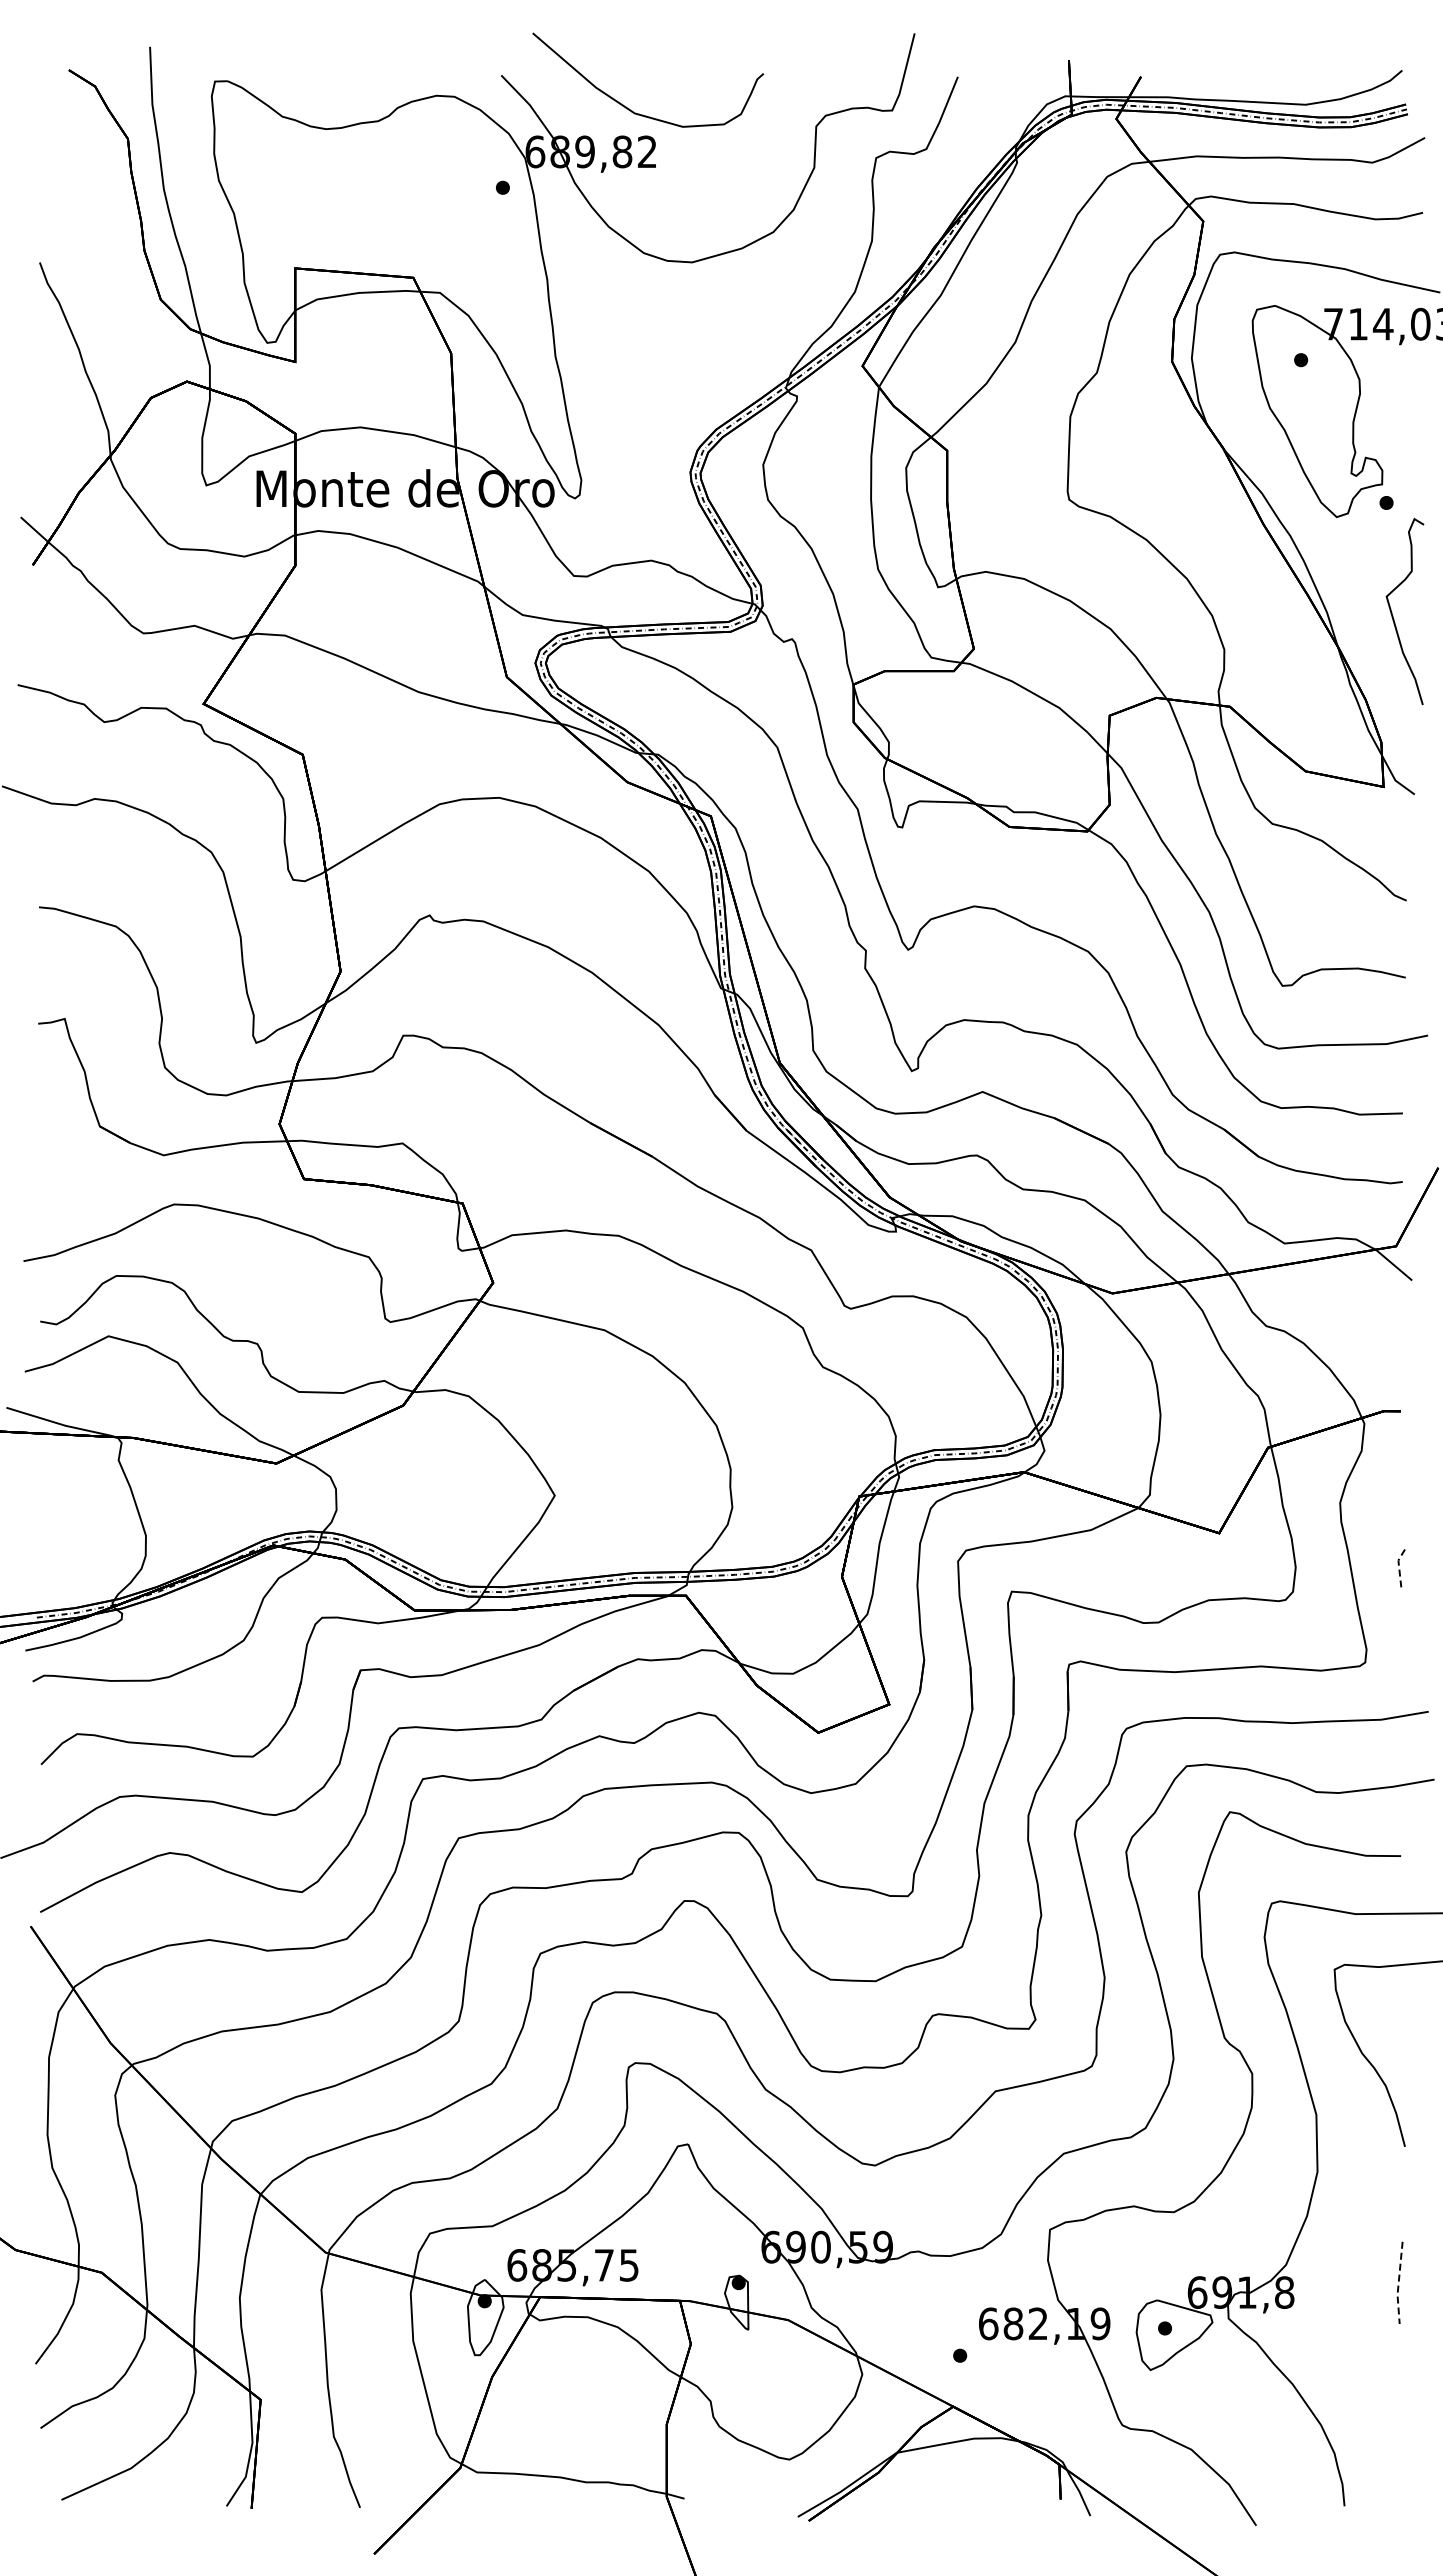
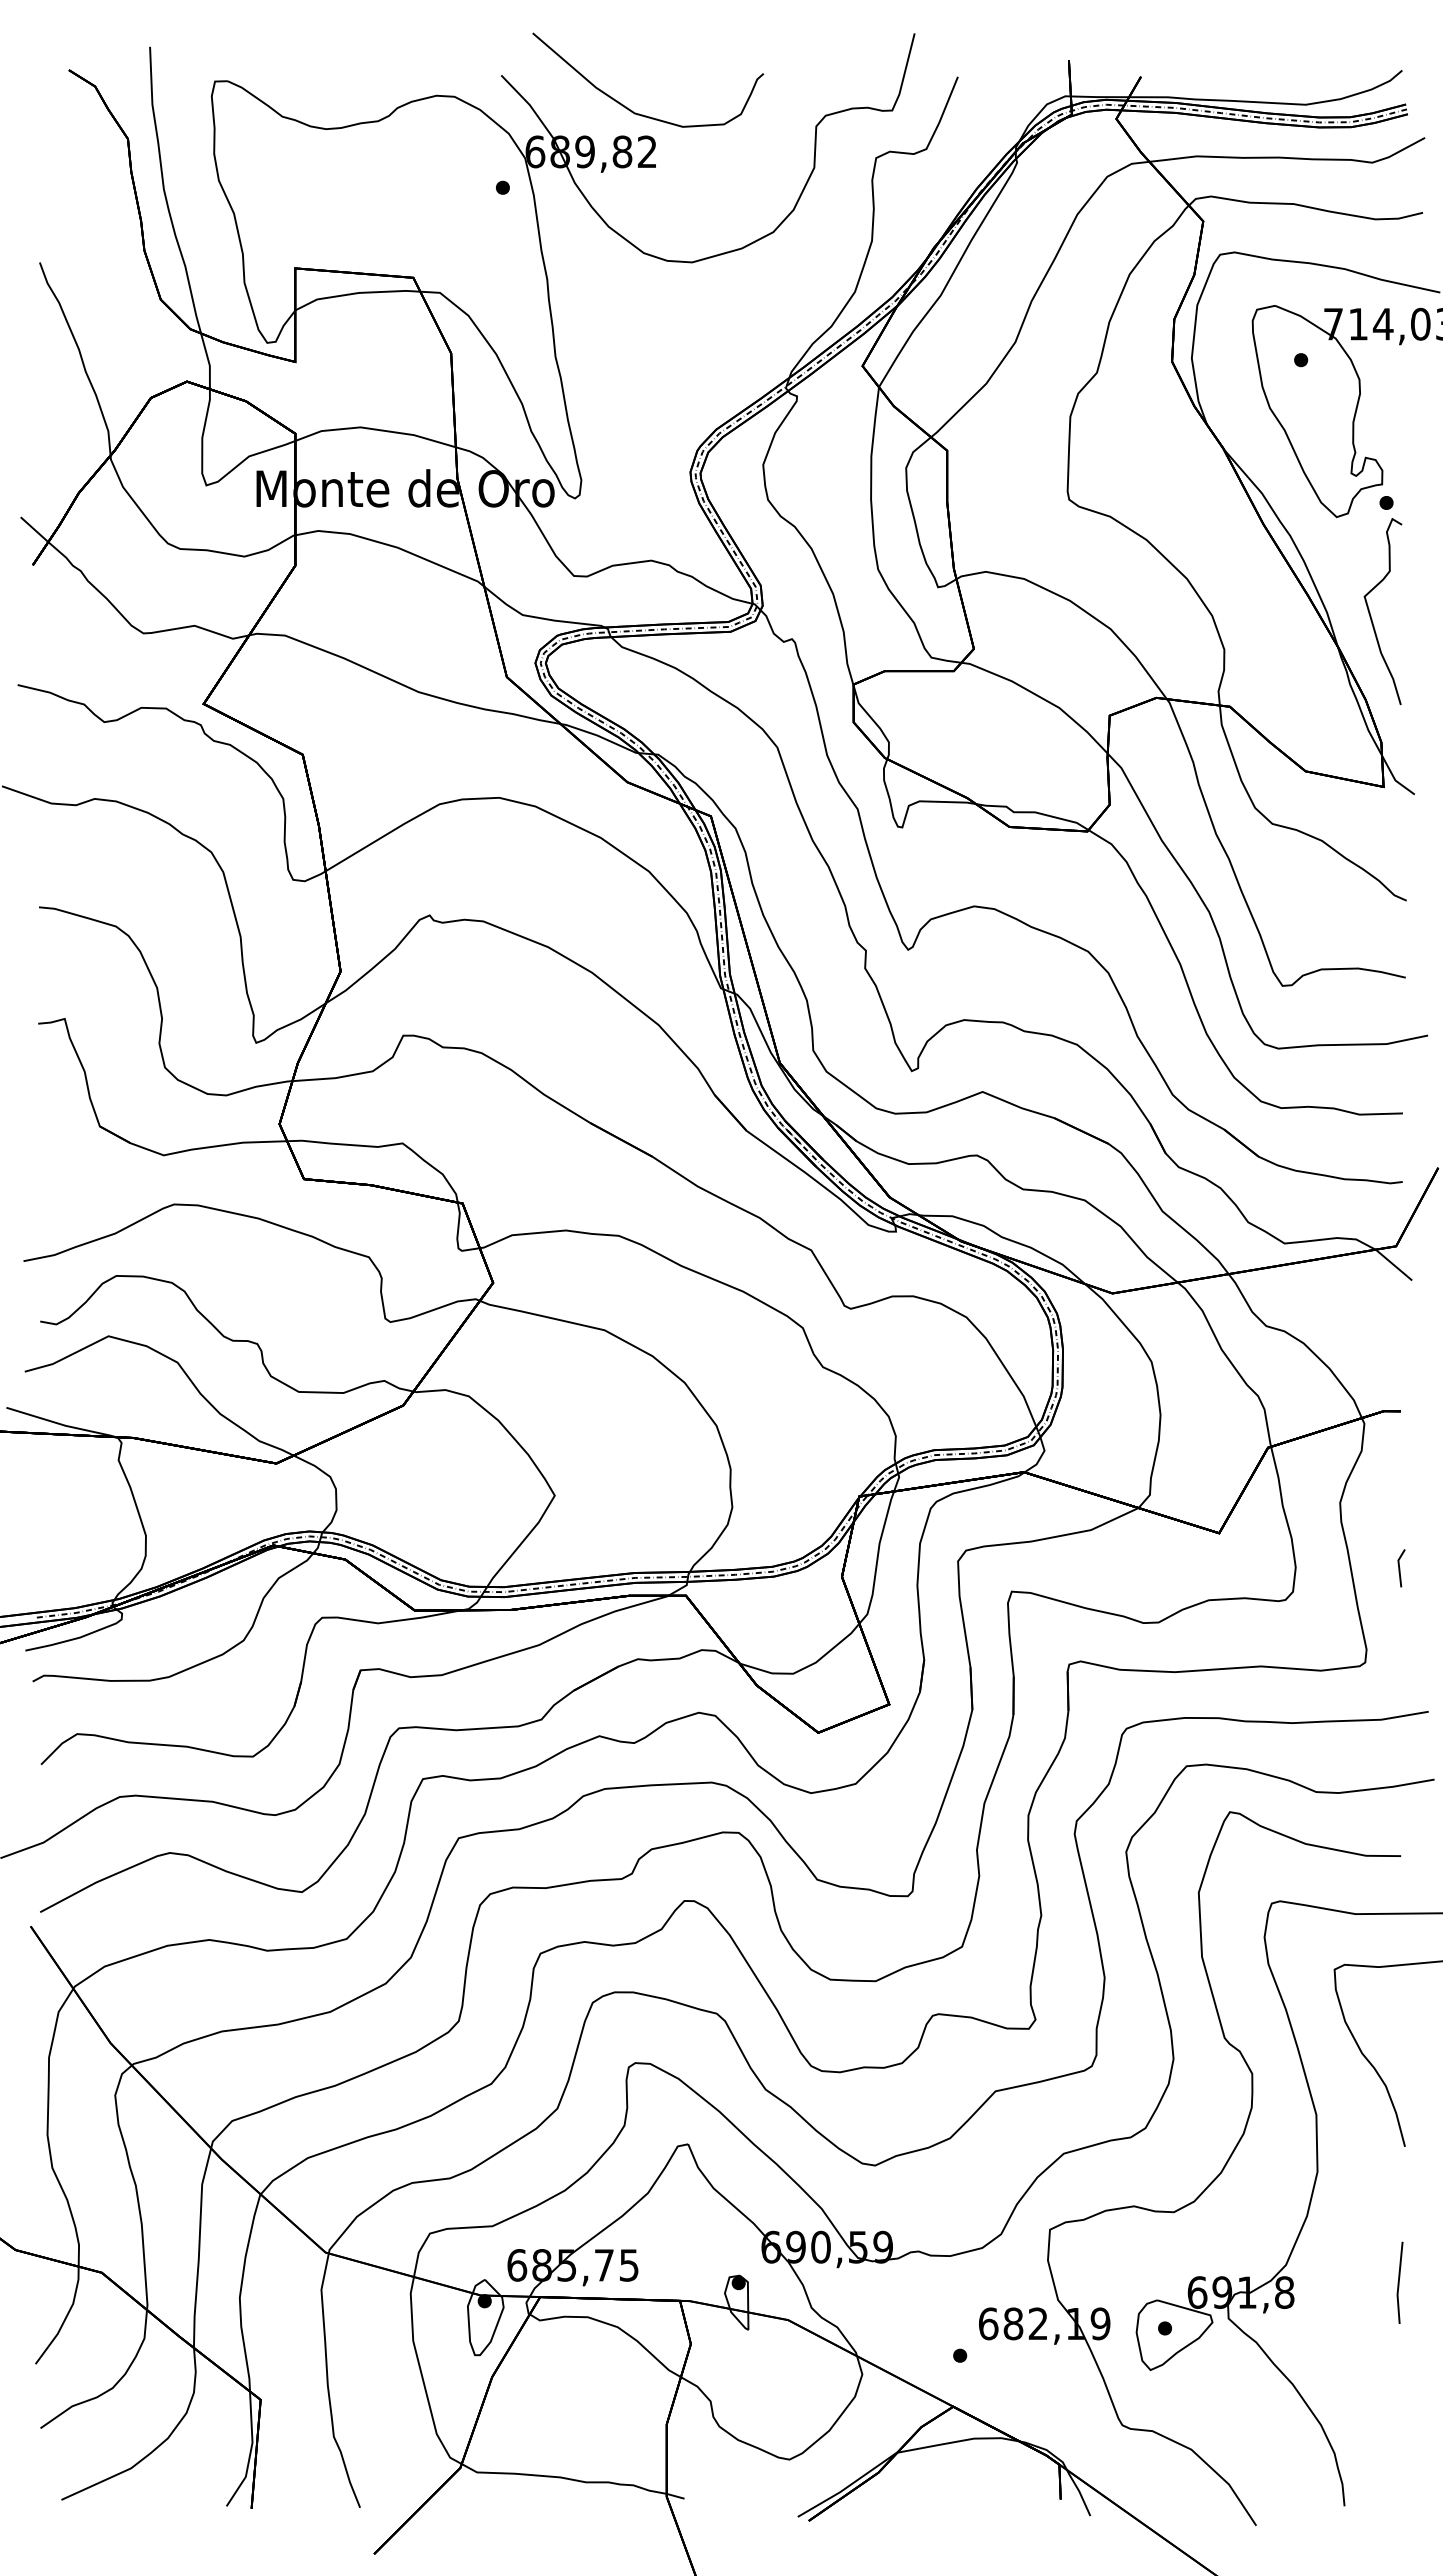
curve at (1393, 615) position: (1393, 615) -> (1371, 615)
line at (1399, 1567): dashed -> solid
line at (1398, 2284): dashed -> solid
